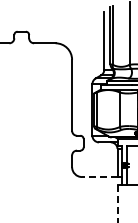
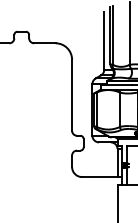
line at (99, 177): dashed -> solid
line at (118, 204): dashed -> solid
